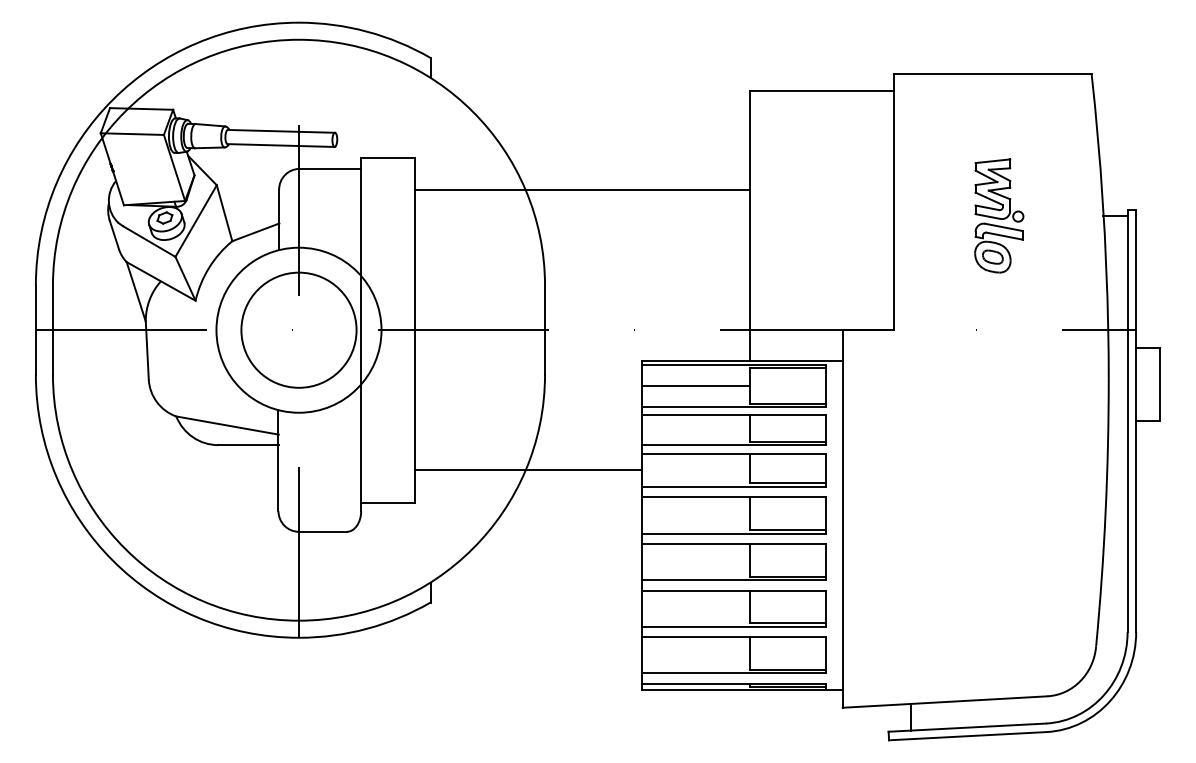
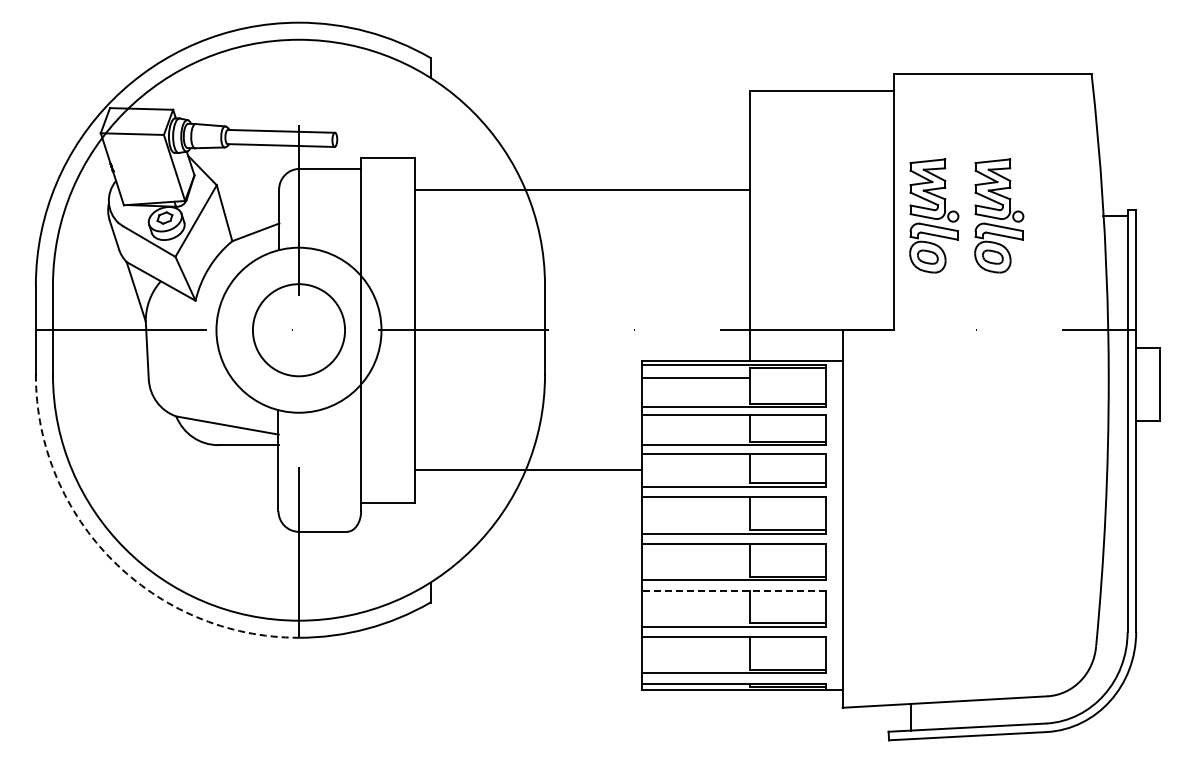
part at (934, 215): none -> present
circle at (298, 329) diameter: 115 px -> 92 px
line at (695, 385) position: (695, 385) -> (695, 377)
arc at (112, 560): solid -> dashed
line at (733, 590): solid -> dashed
